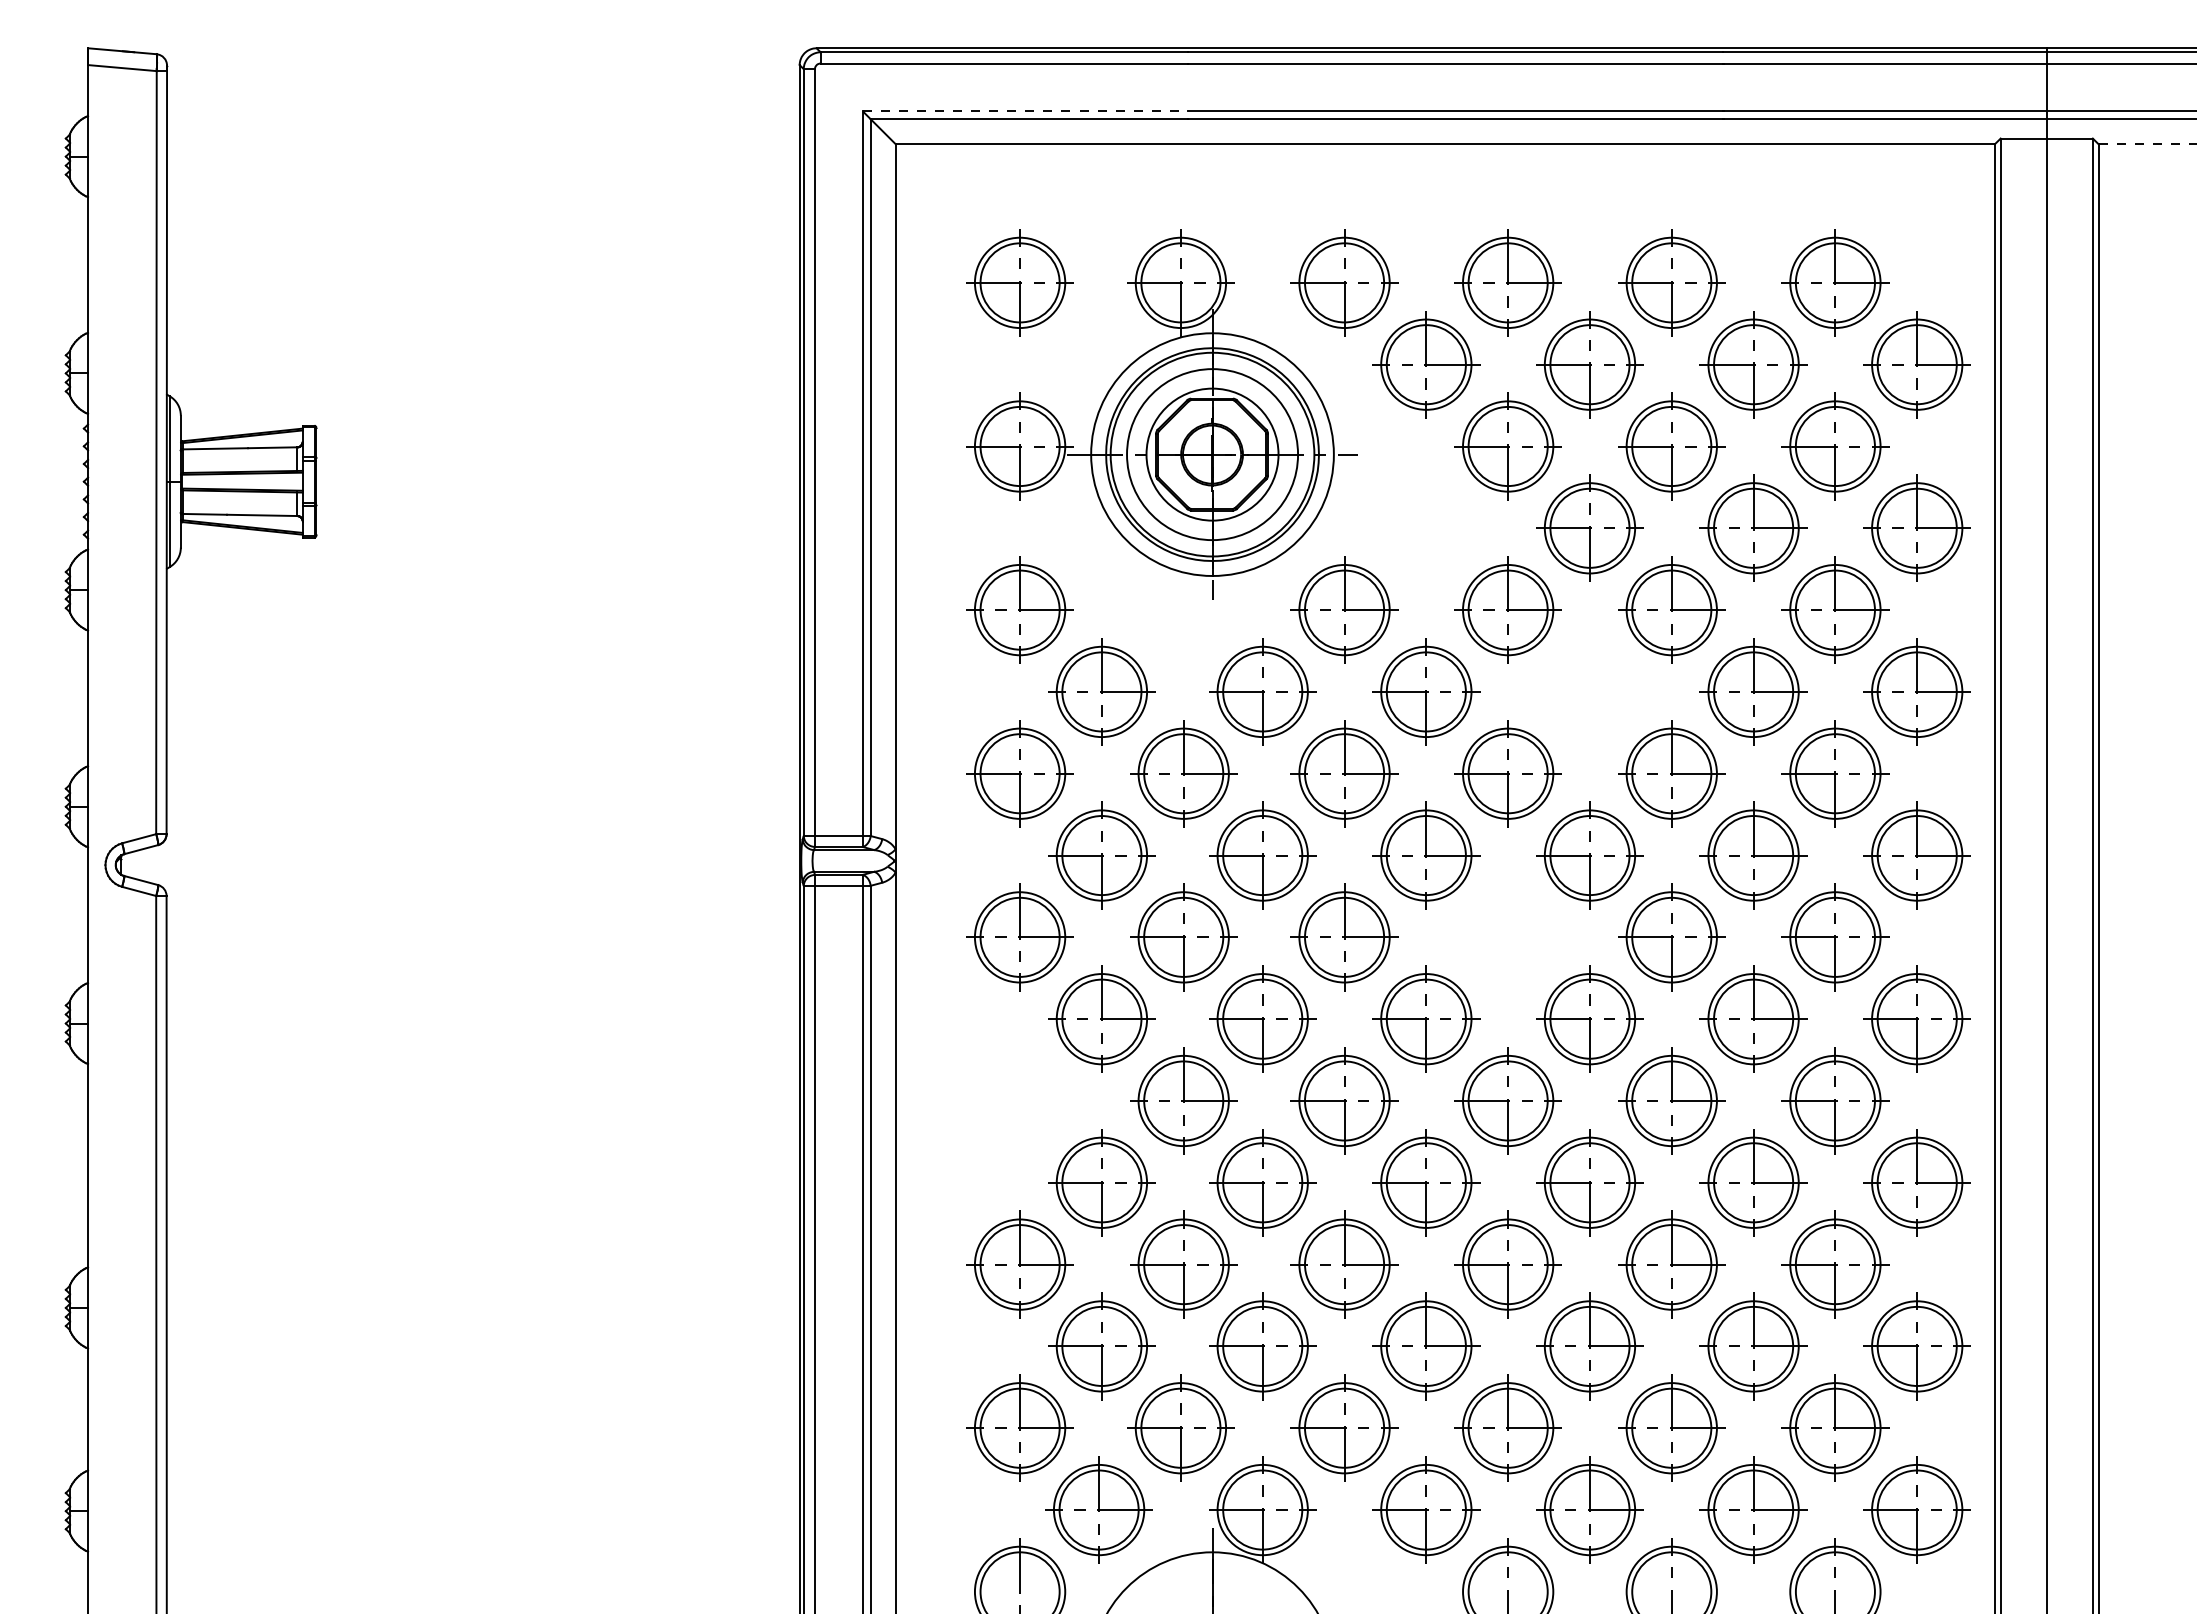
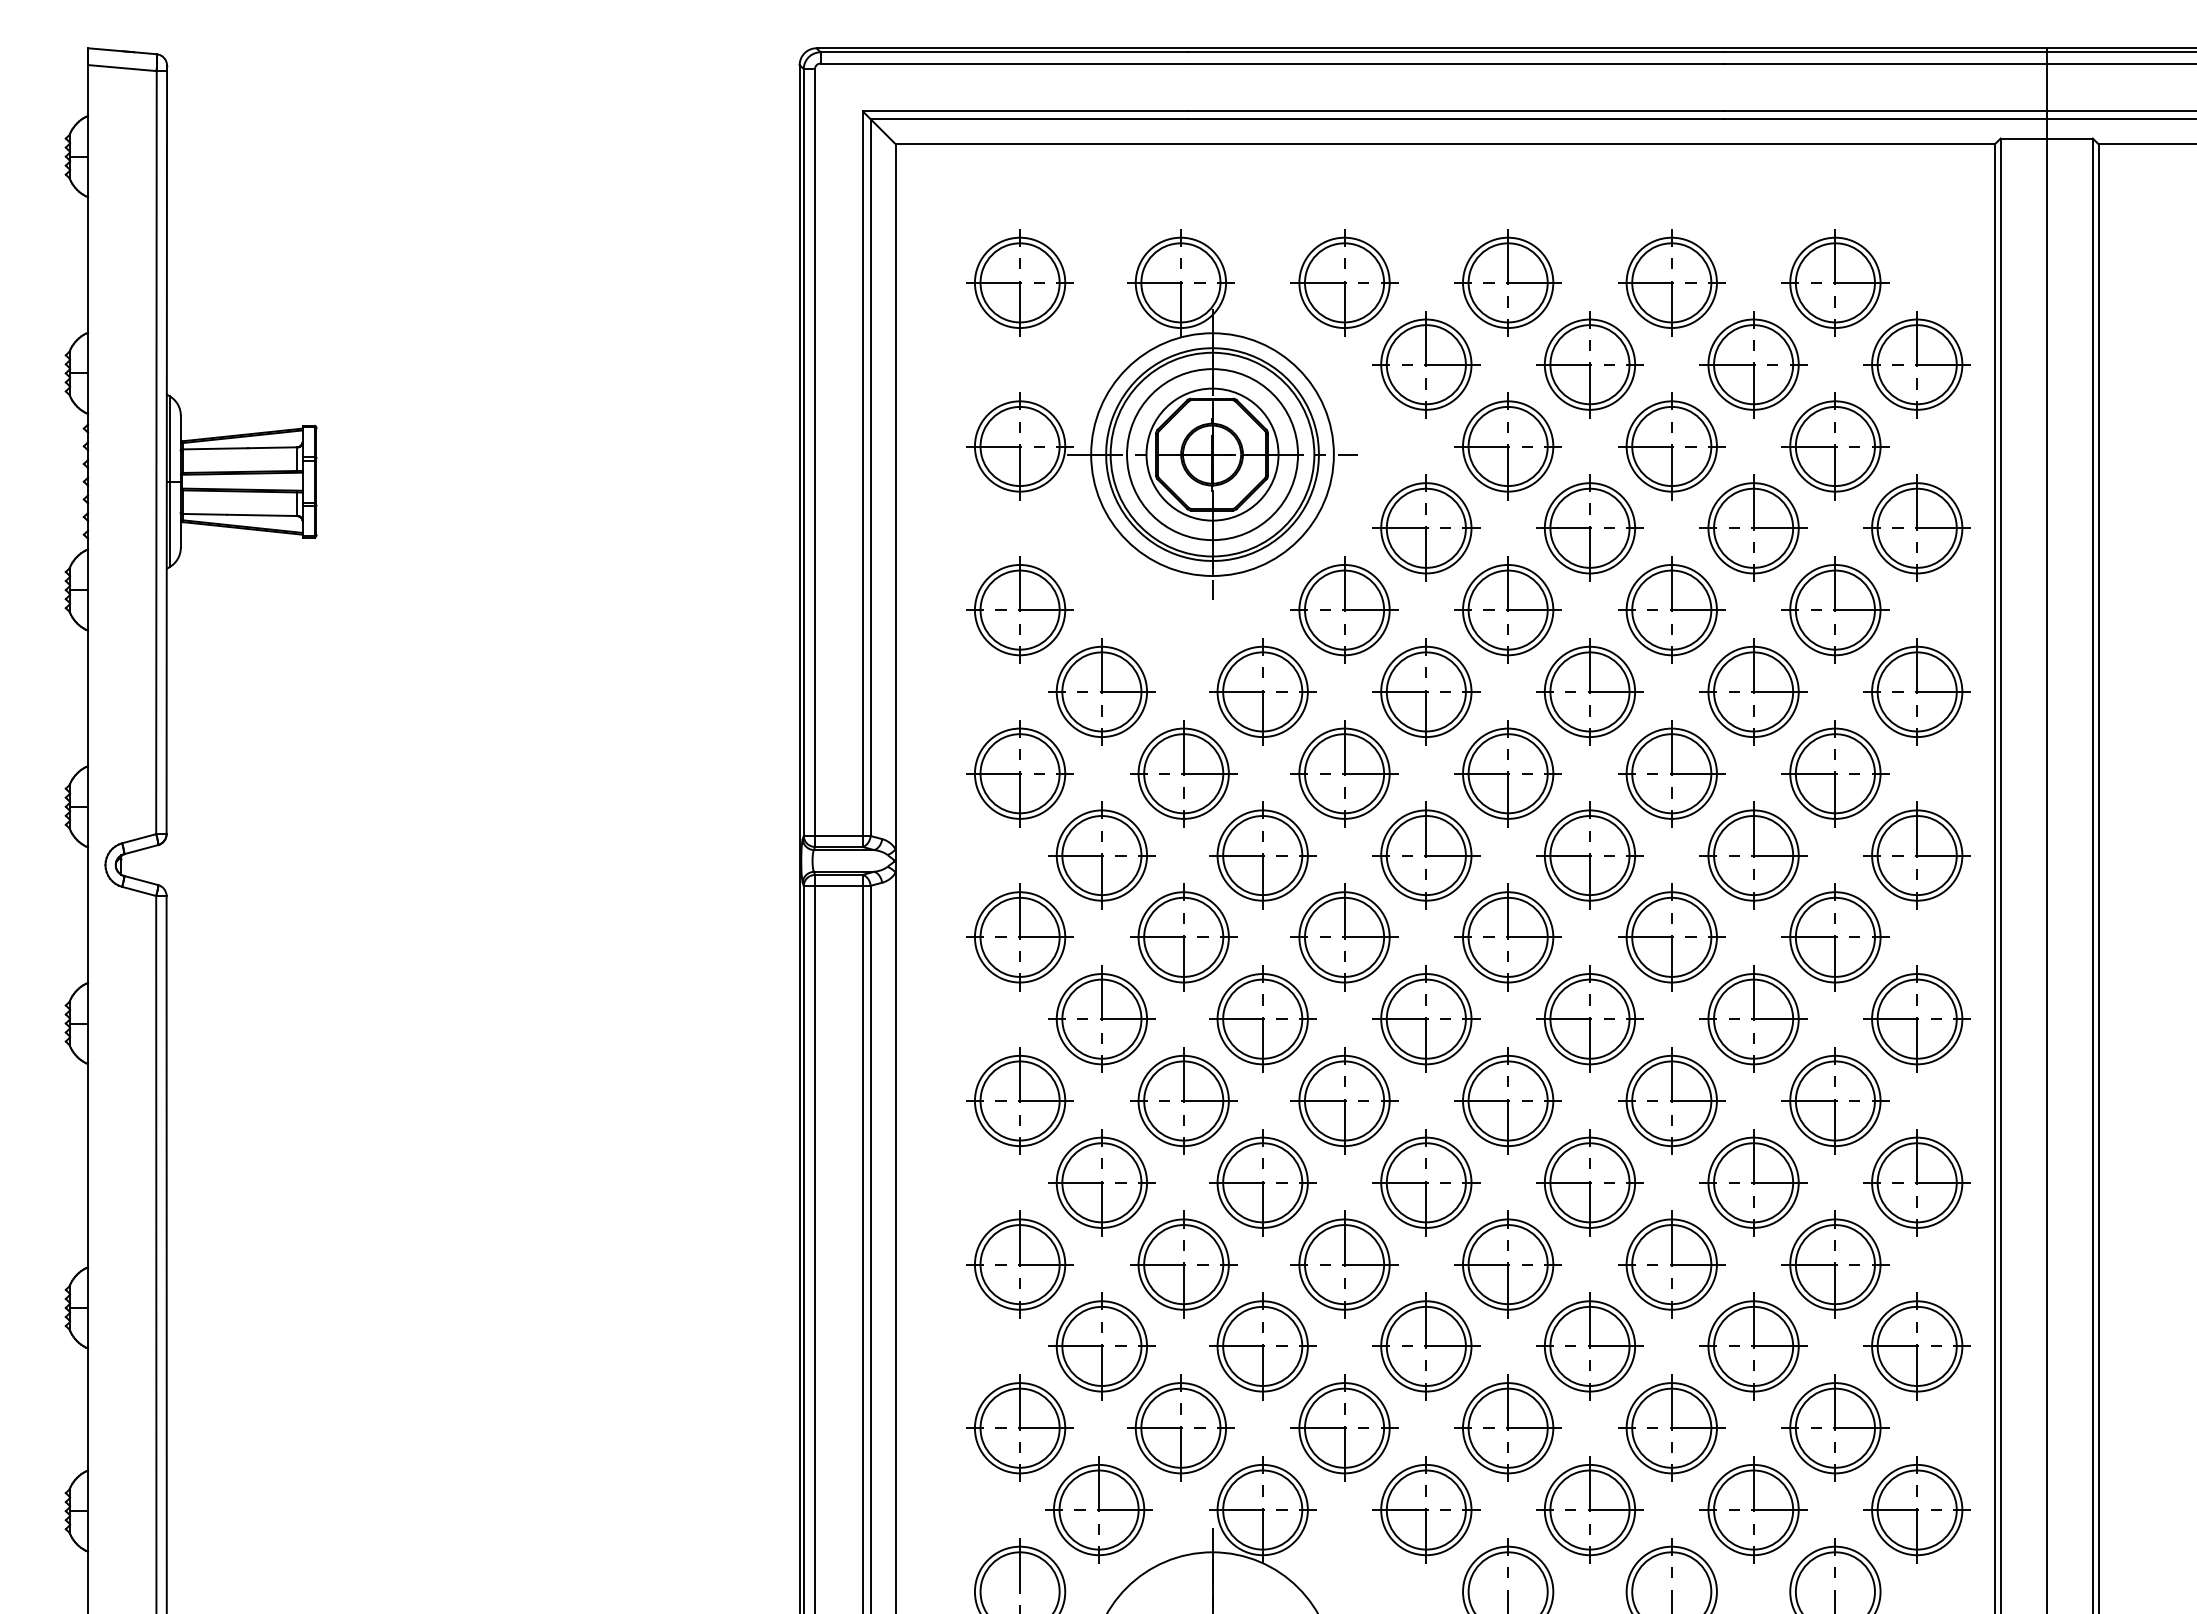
line at (1025, 111): dashed -> solid
line at (2147, 144): dashed -> solid
part at (1426, 527): none -> present
part at (1589, 691): none -> present
part at (1507, 937): none -> present
part at (1019, 1100): none -> present
